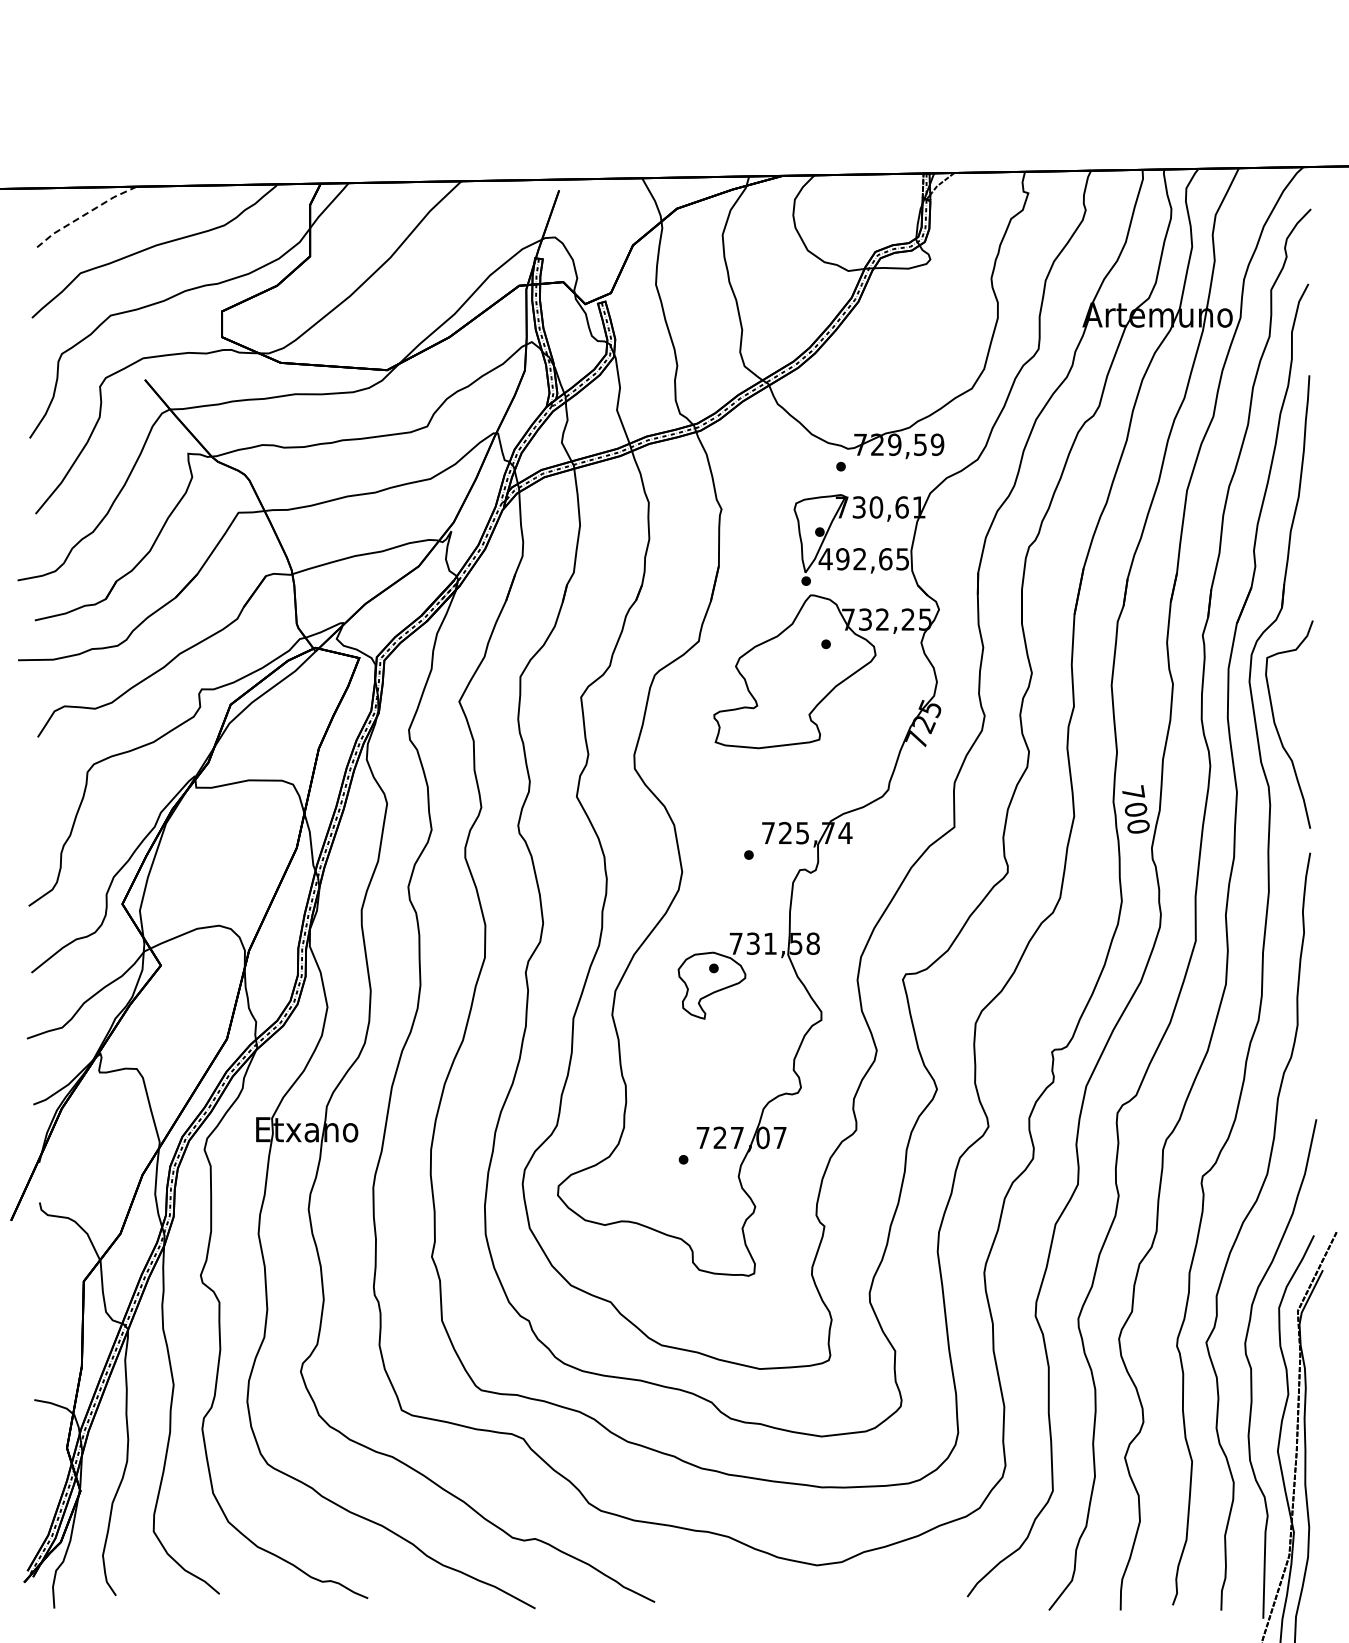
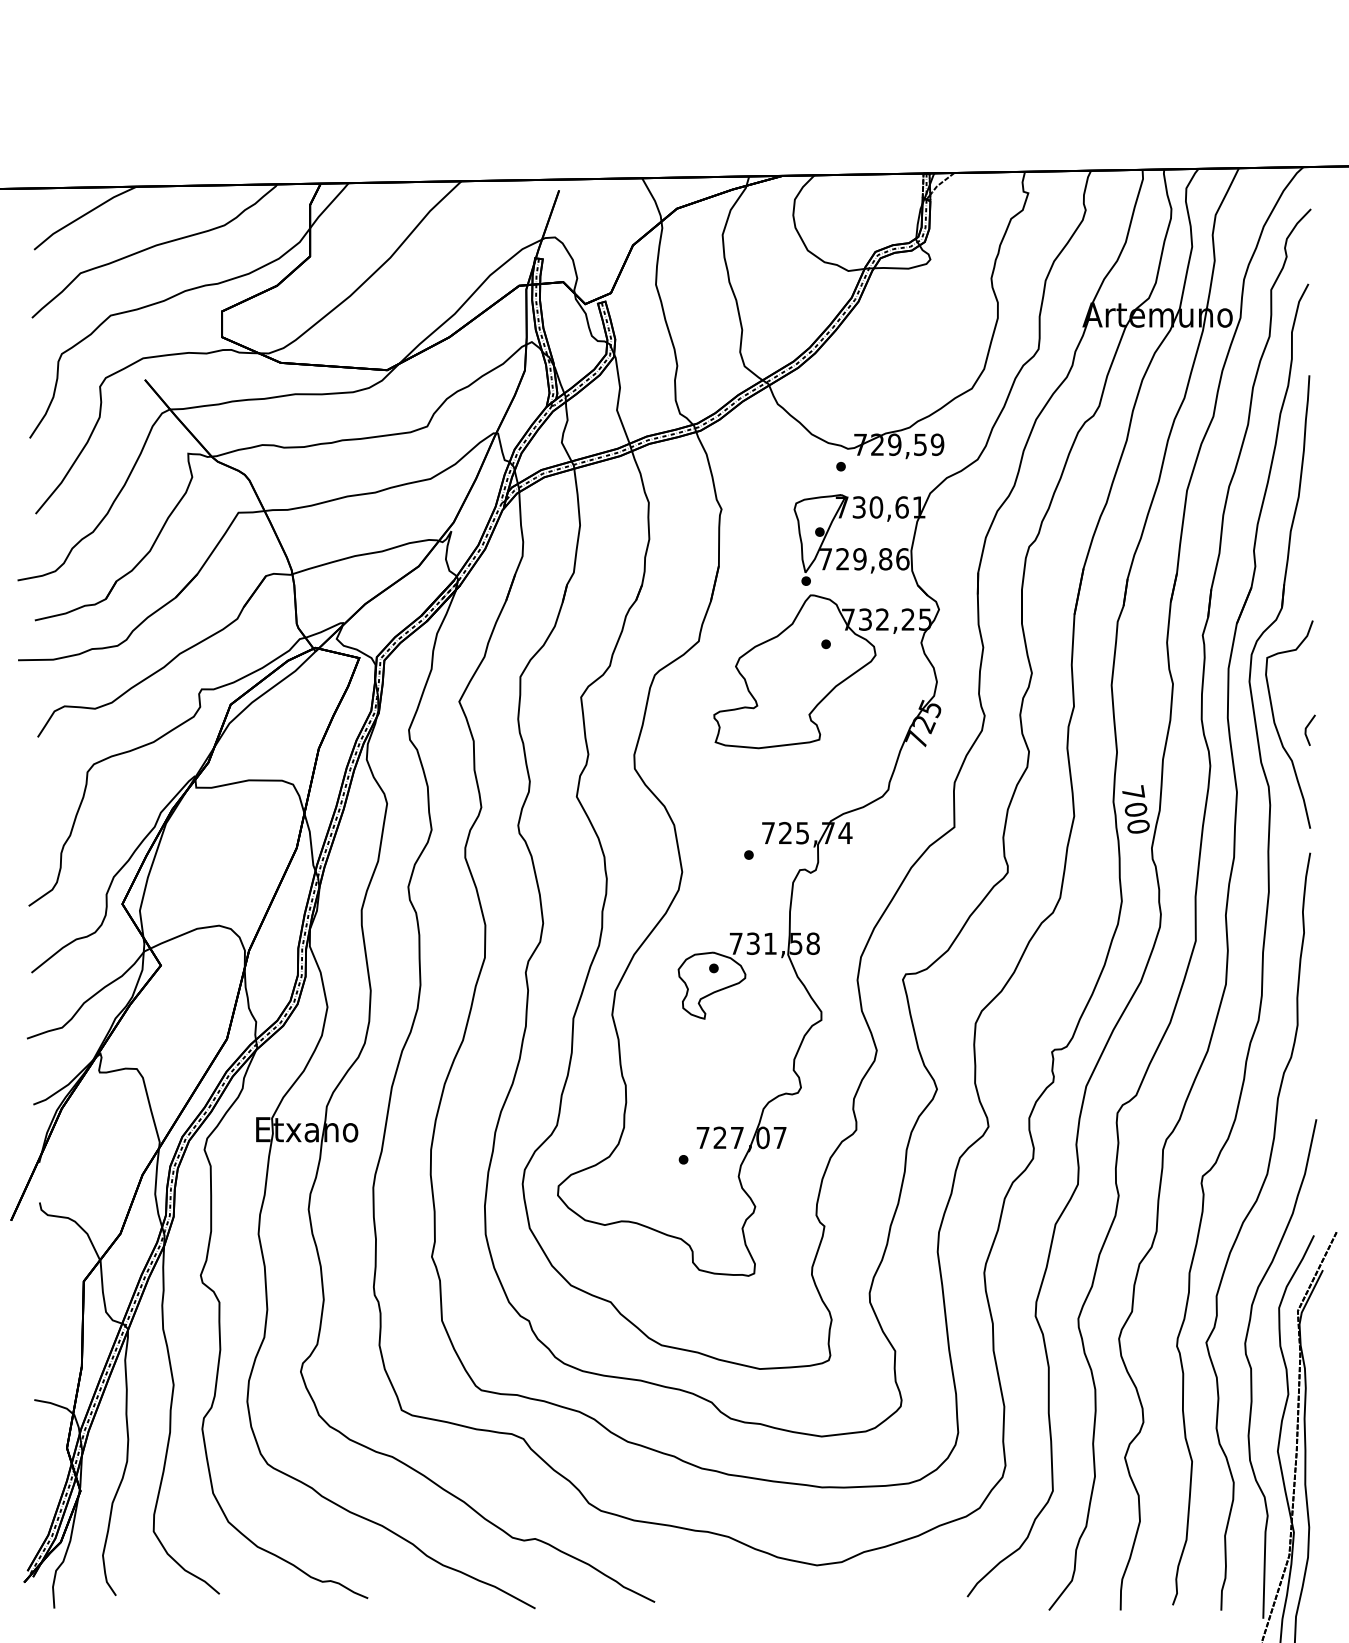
line at (83, 215): dashed -> solid
text at (863, 559): 492,65 -> 729,86
line at (1307, 727): none -> present
